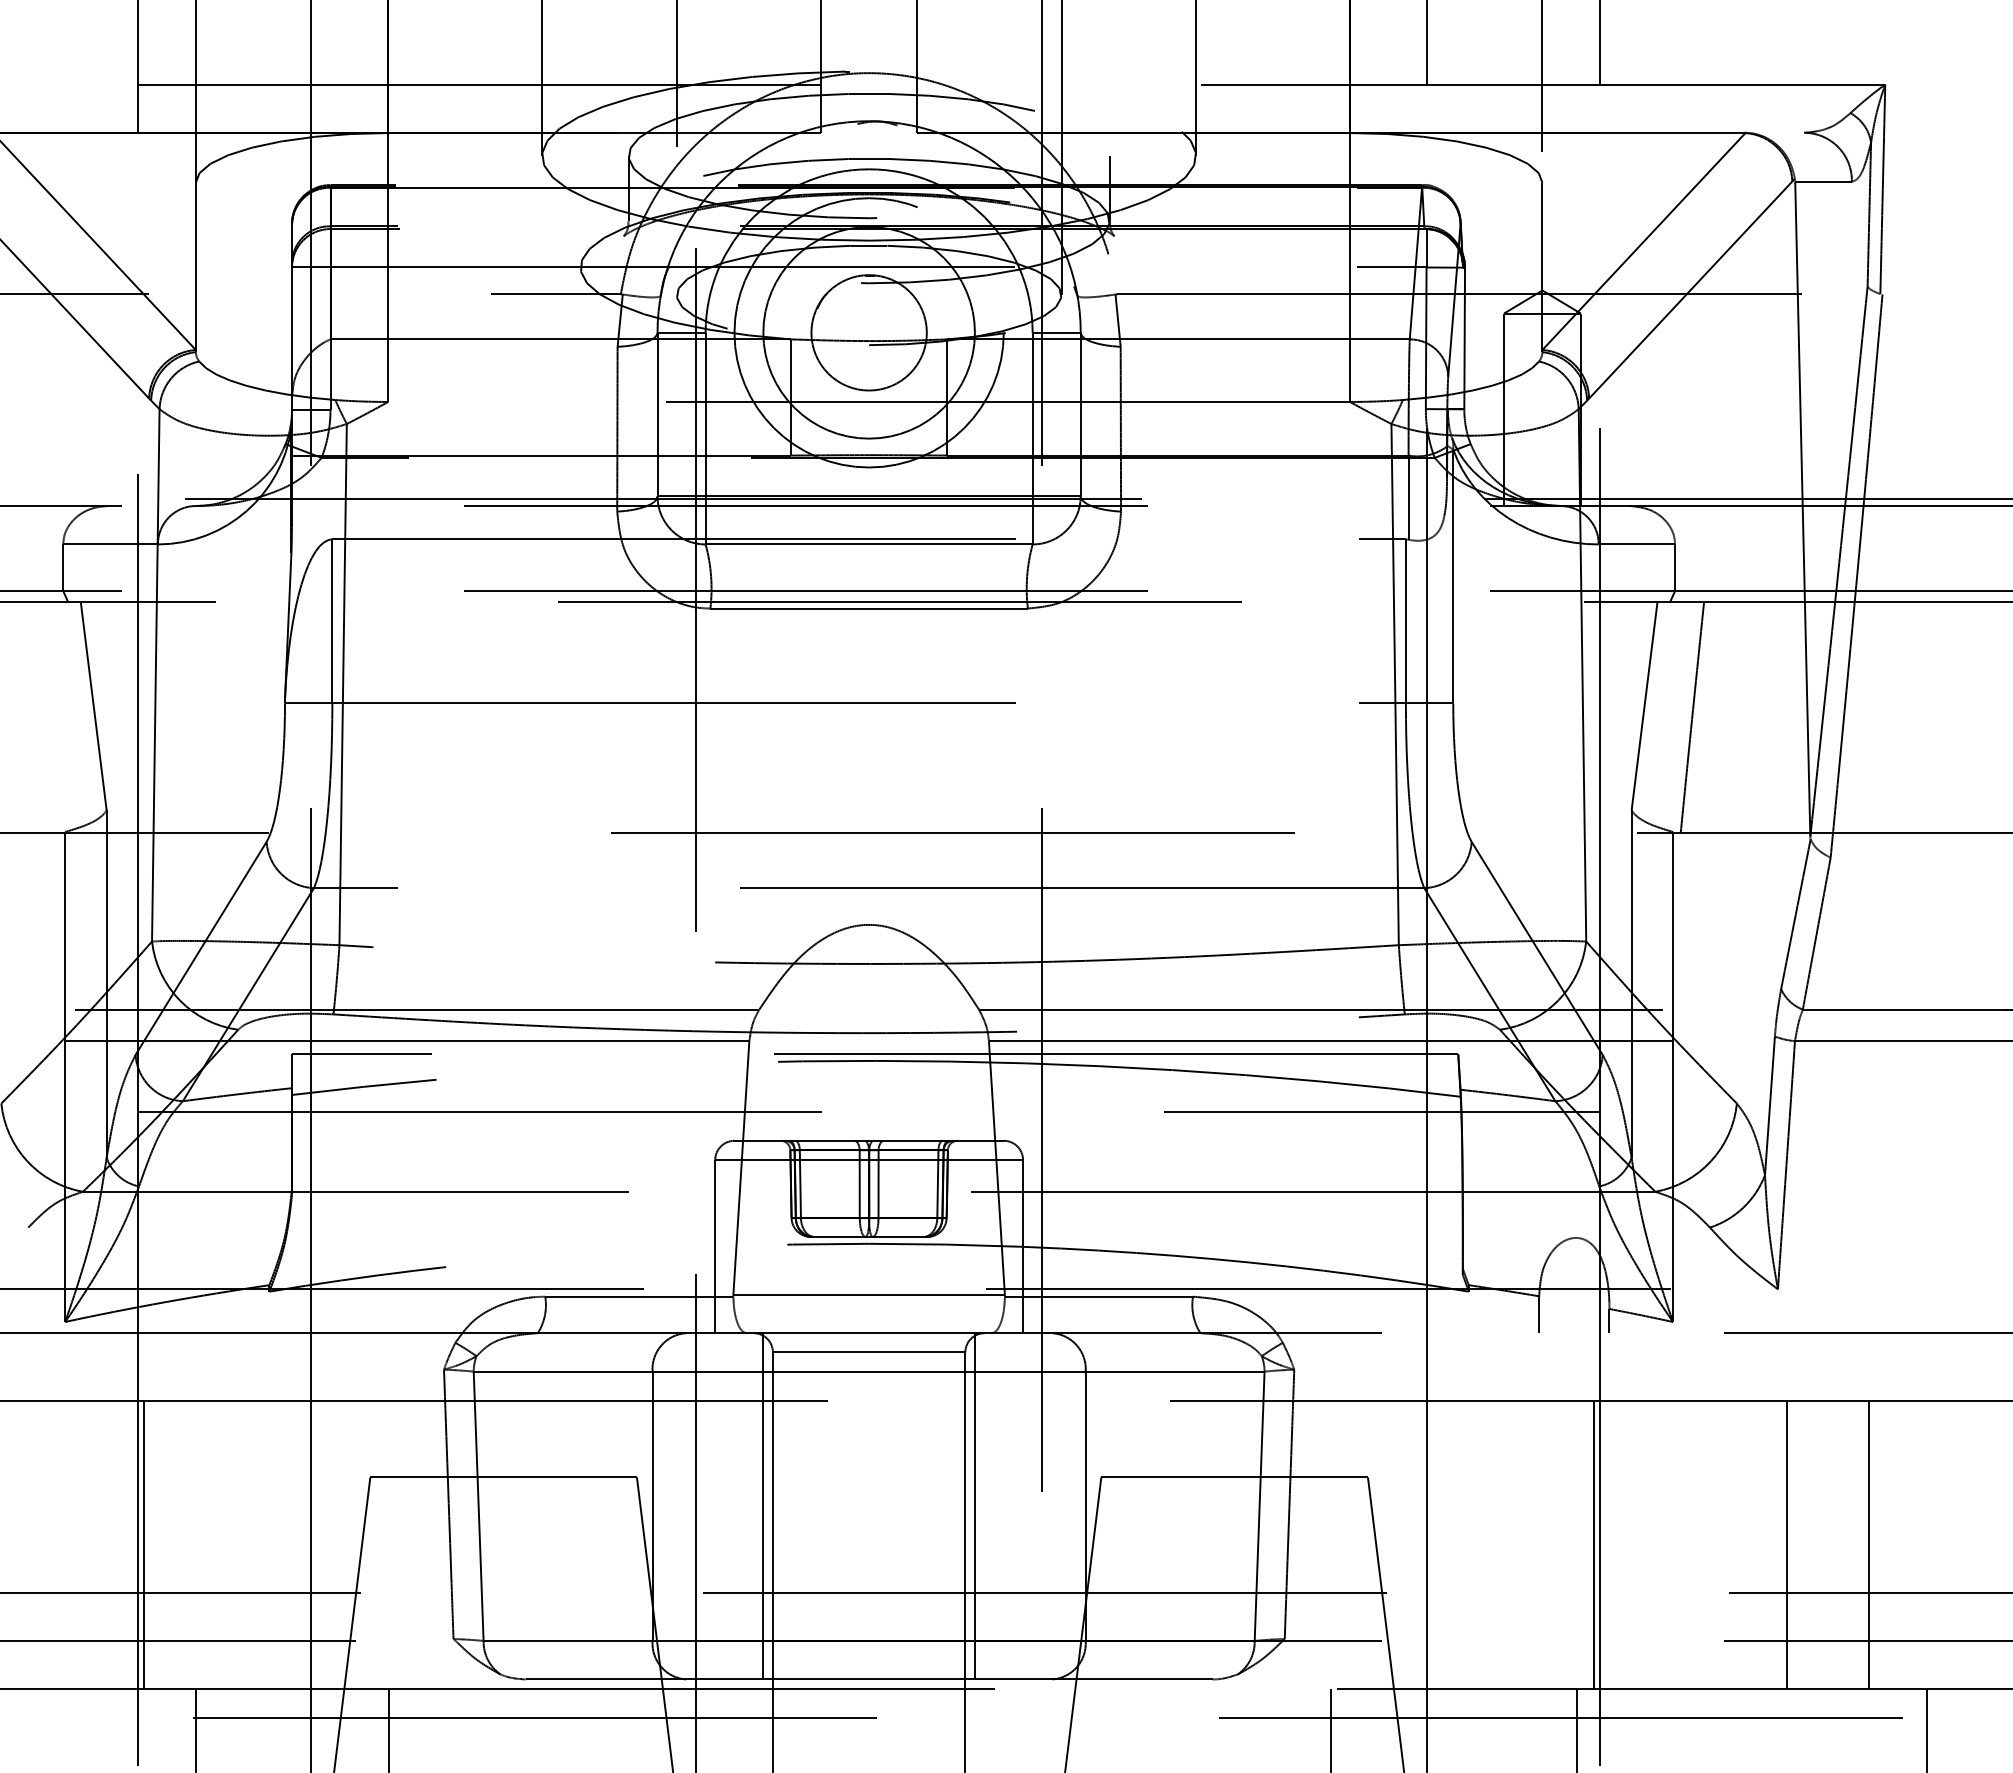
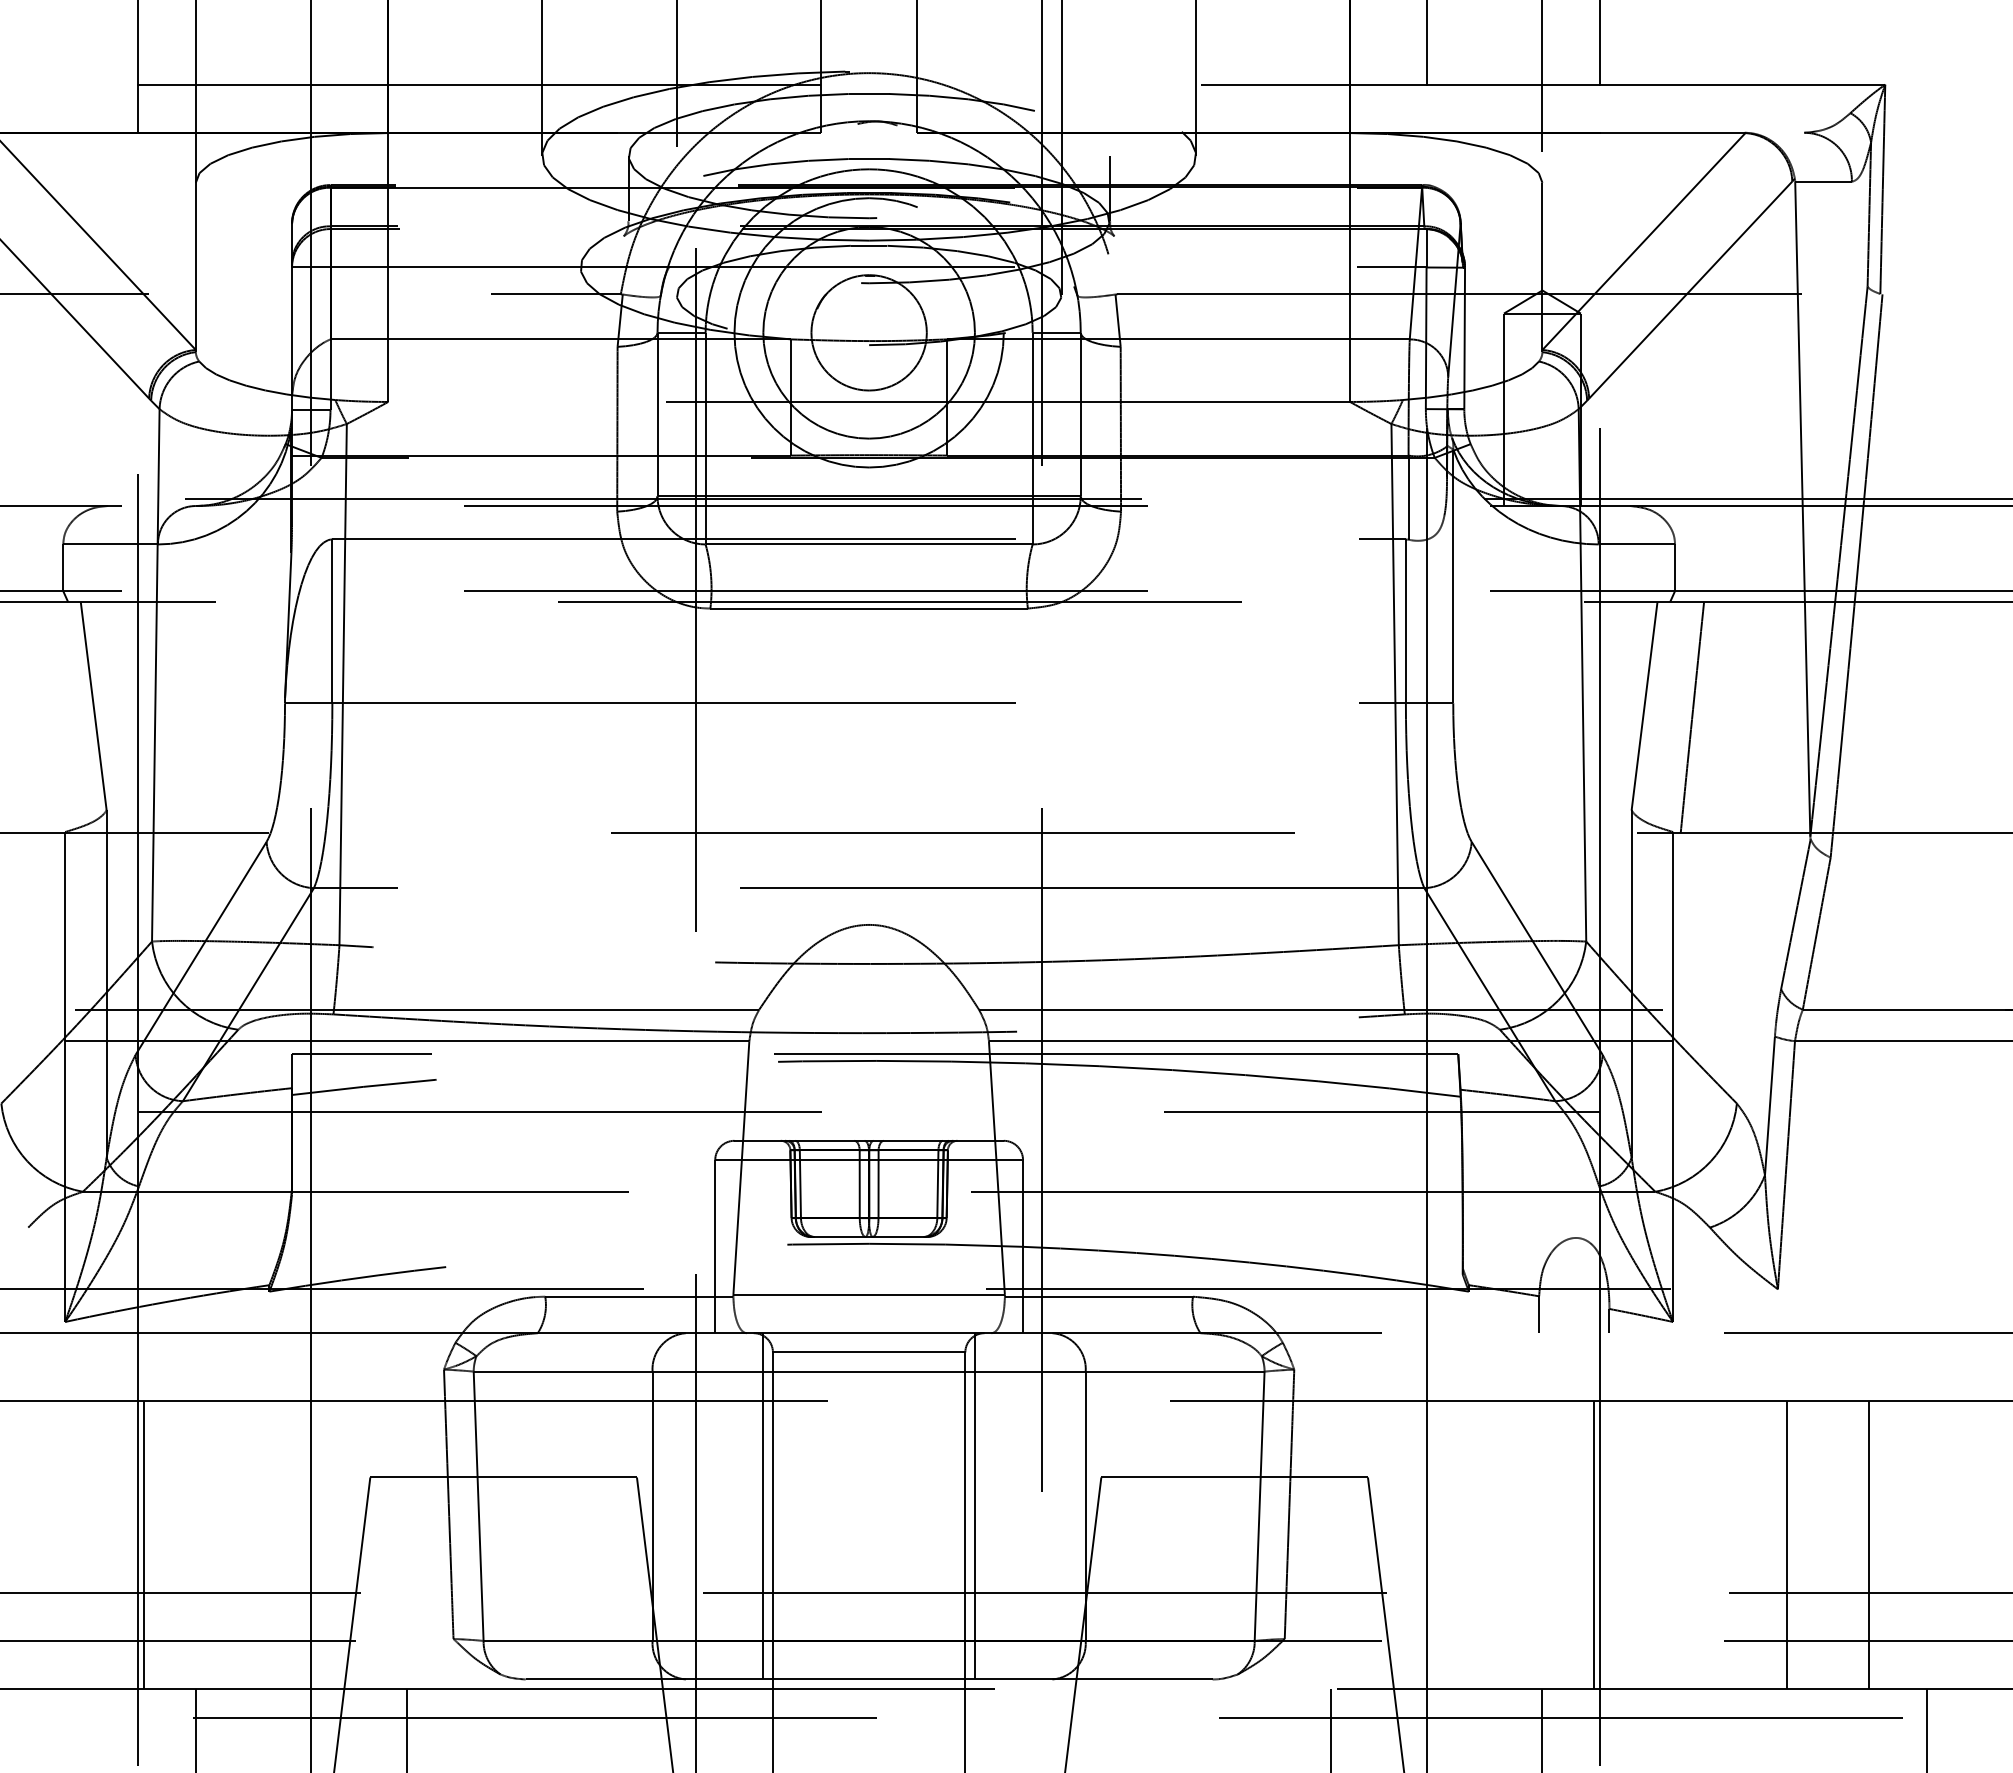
line at (389, 1729) position: (389, 1729) -> (407, 1729)
line at (1577, 1729) position: (1577, 1729) -> (1542, 1729)
